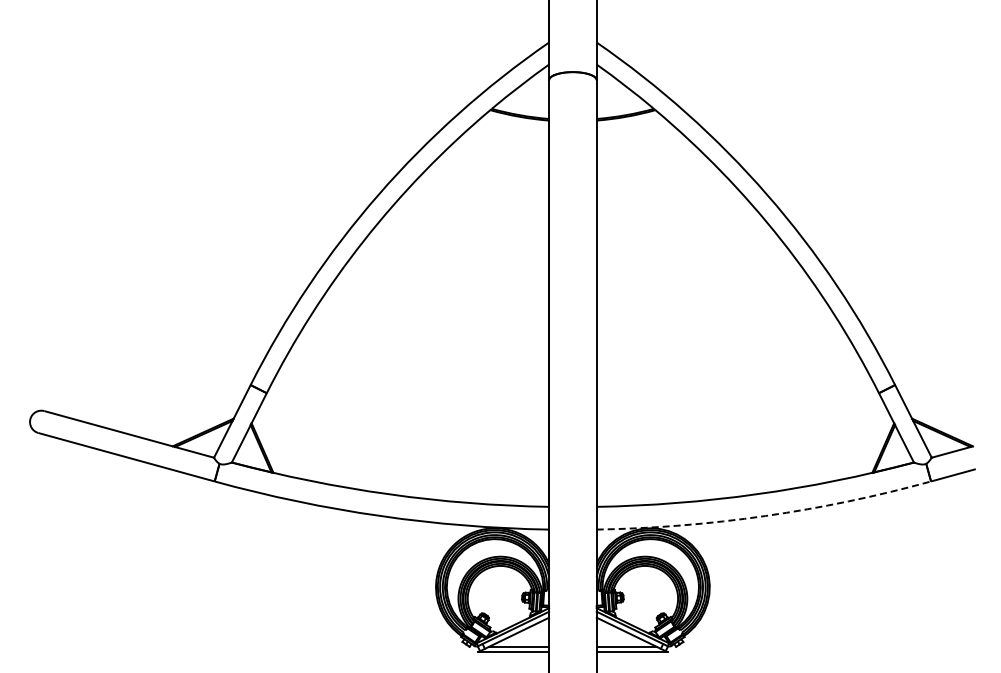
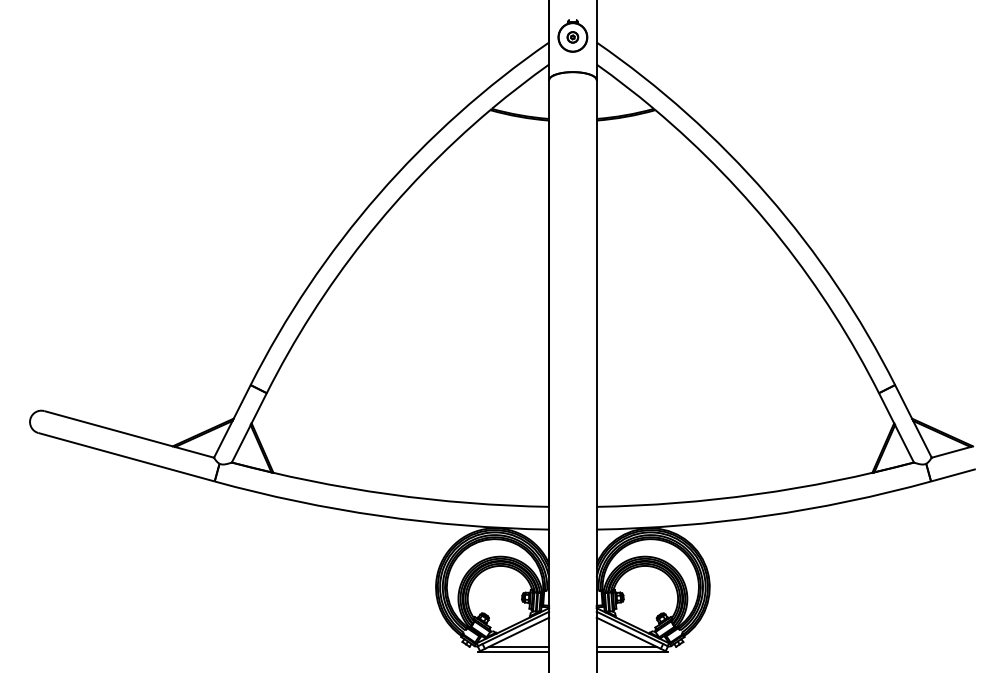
part at (572, 35): none -> present
arc at (765, 516): dashed -> solid
